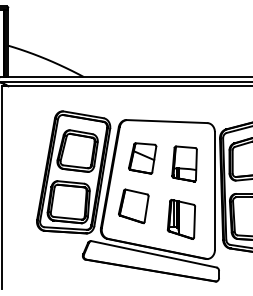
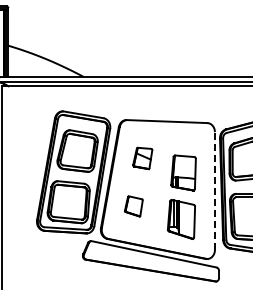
part at (142, 158) size: 30x33 px -> 22x25 px
part at (184, 163) position: (184, 163) -> (183, 172)
line at (214, 191): solid -> dashed
part at (133, 206) size: 32x37 px -> 20x23 px
